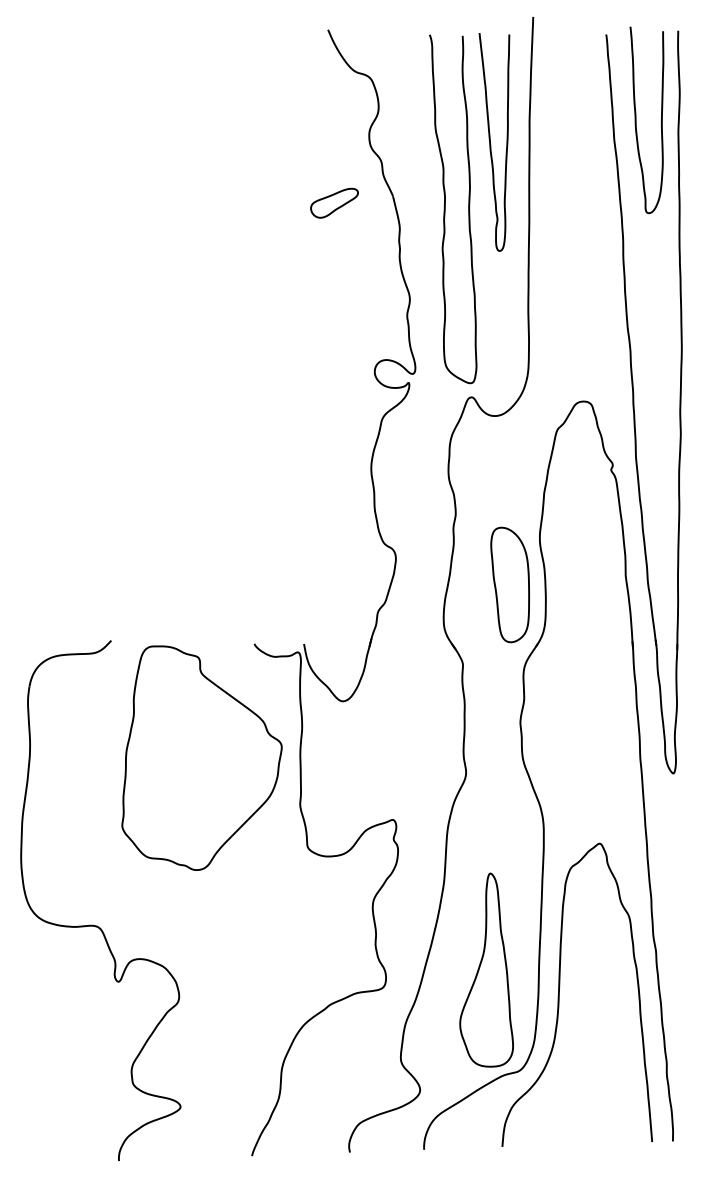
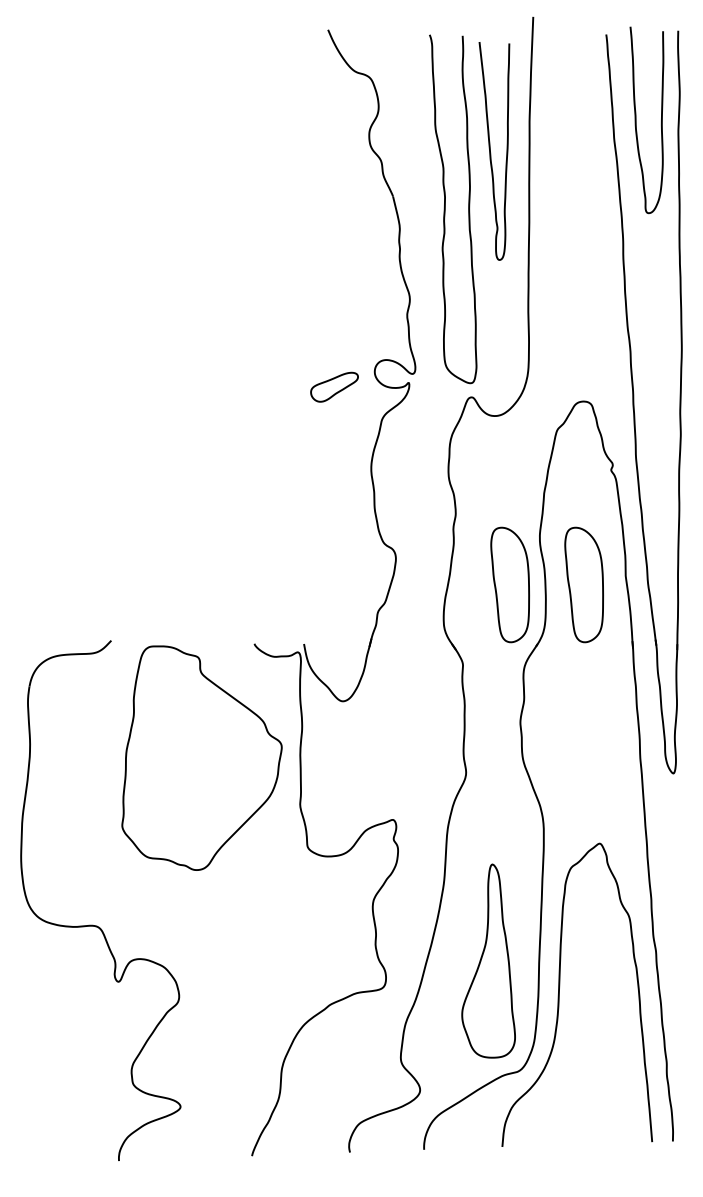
curve at (491, 144) position: (491, 144) -> (491, 153)
part at (334, 202) position: (334, 202) -> (334, 386)
part at (583, 584): none -> present
part at (486, 969) position: (486, 969) -> (488, 960)
